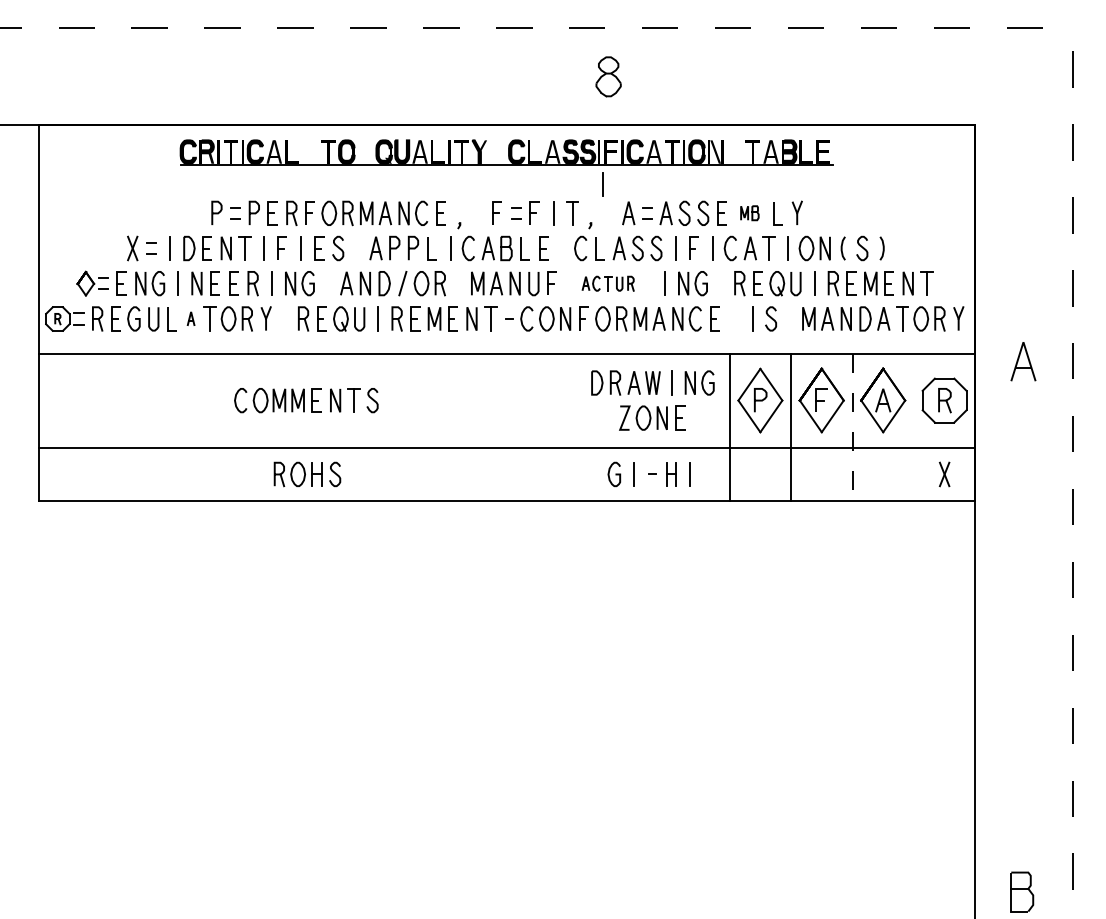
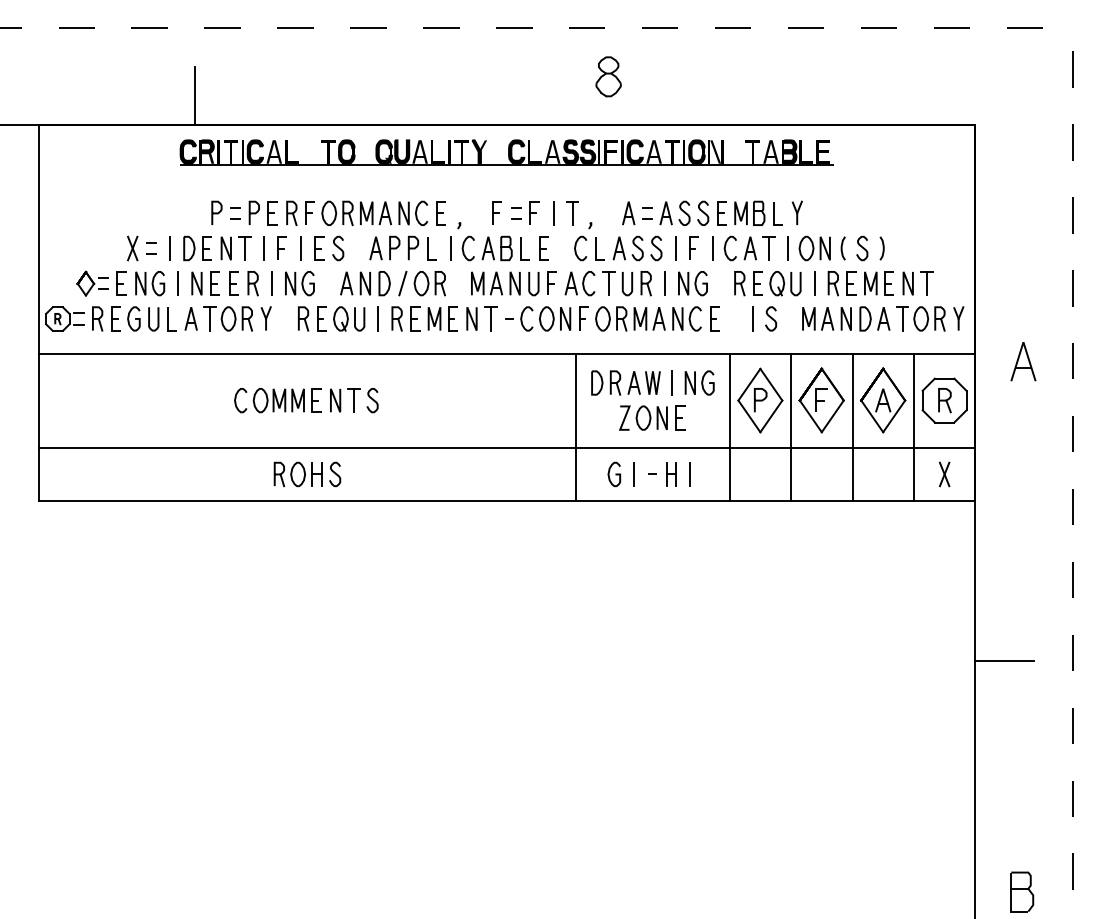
line at (195, 95): none -> present
line at (602, 184): present -> none
part at (749, 213) size: 20x17 px -> 32x26 px
part at (607, 283) size: 54x17 px -> 88x26 px
part at (190, 318) size: 10x15 px -> 14x24 px
line at (576, 427): none -> present
line at (852, 427): dashed -> solid
line at (913, 427): none -> present
line at (1004, 661): none -> present
